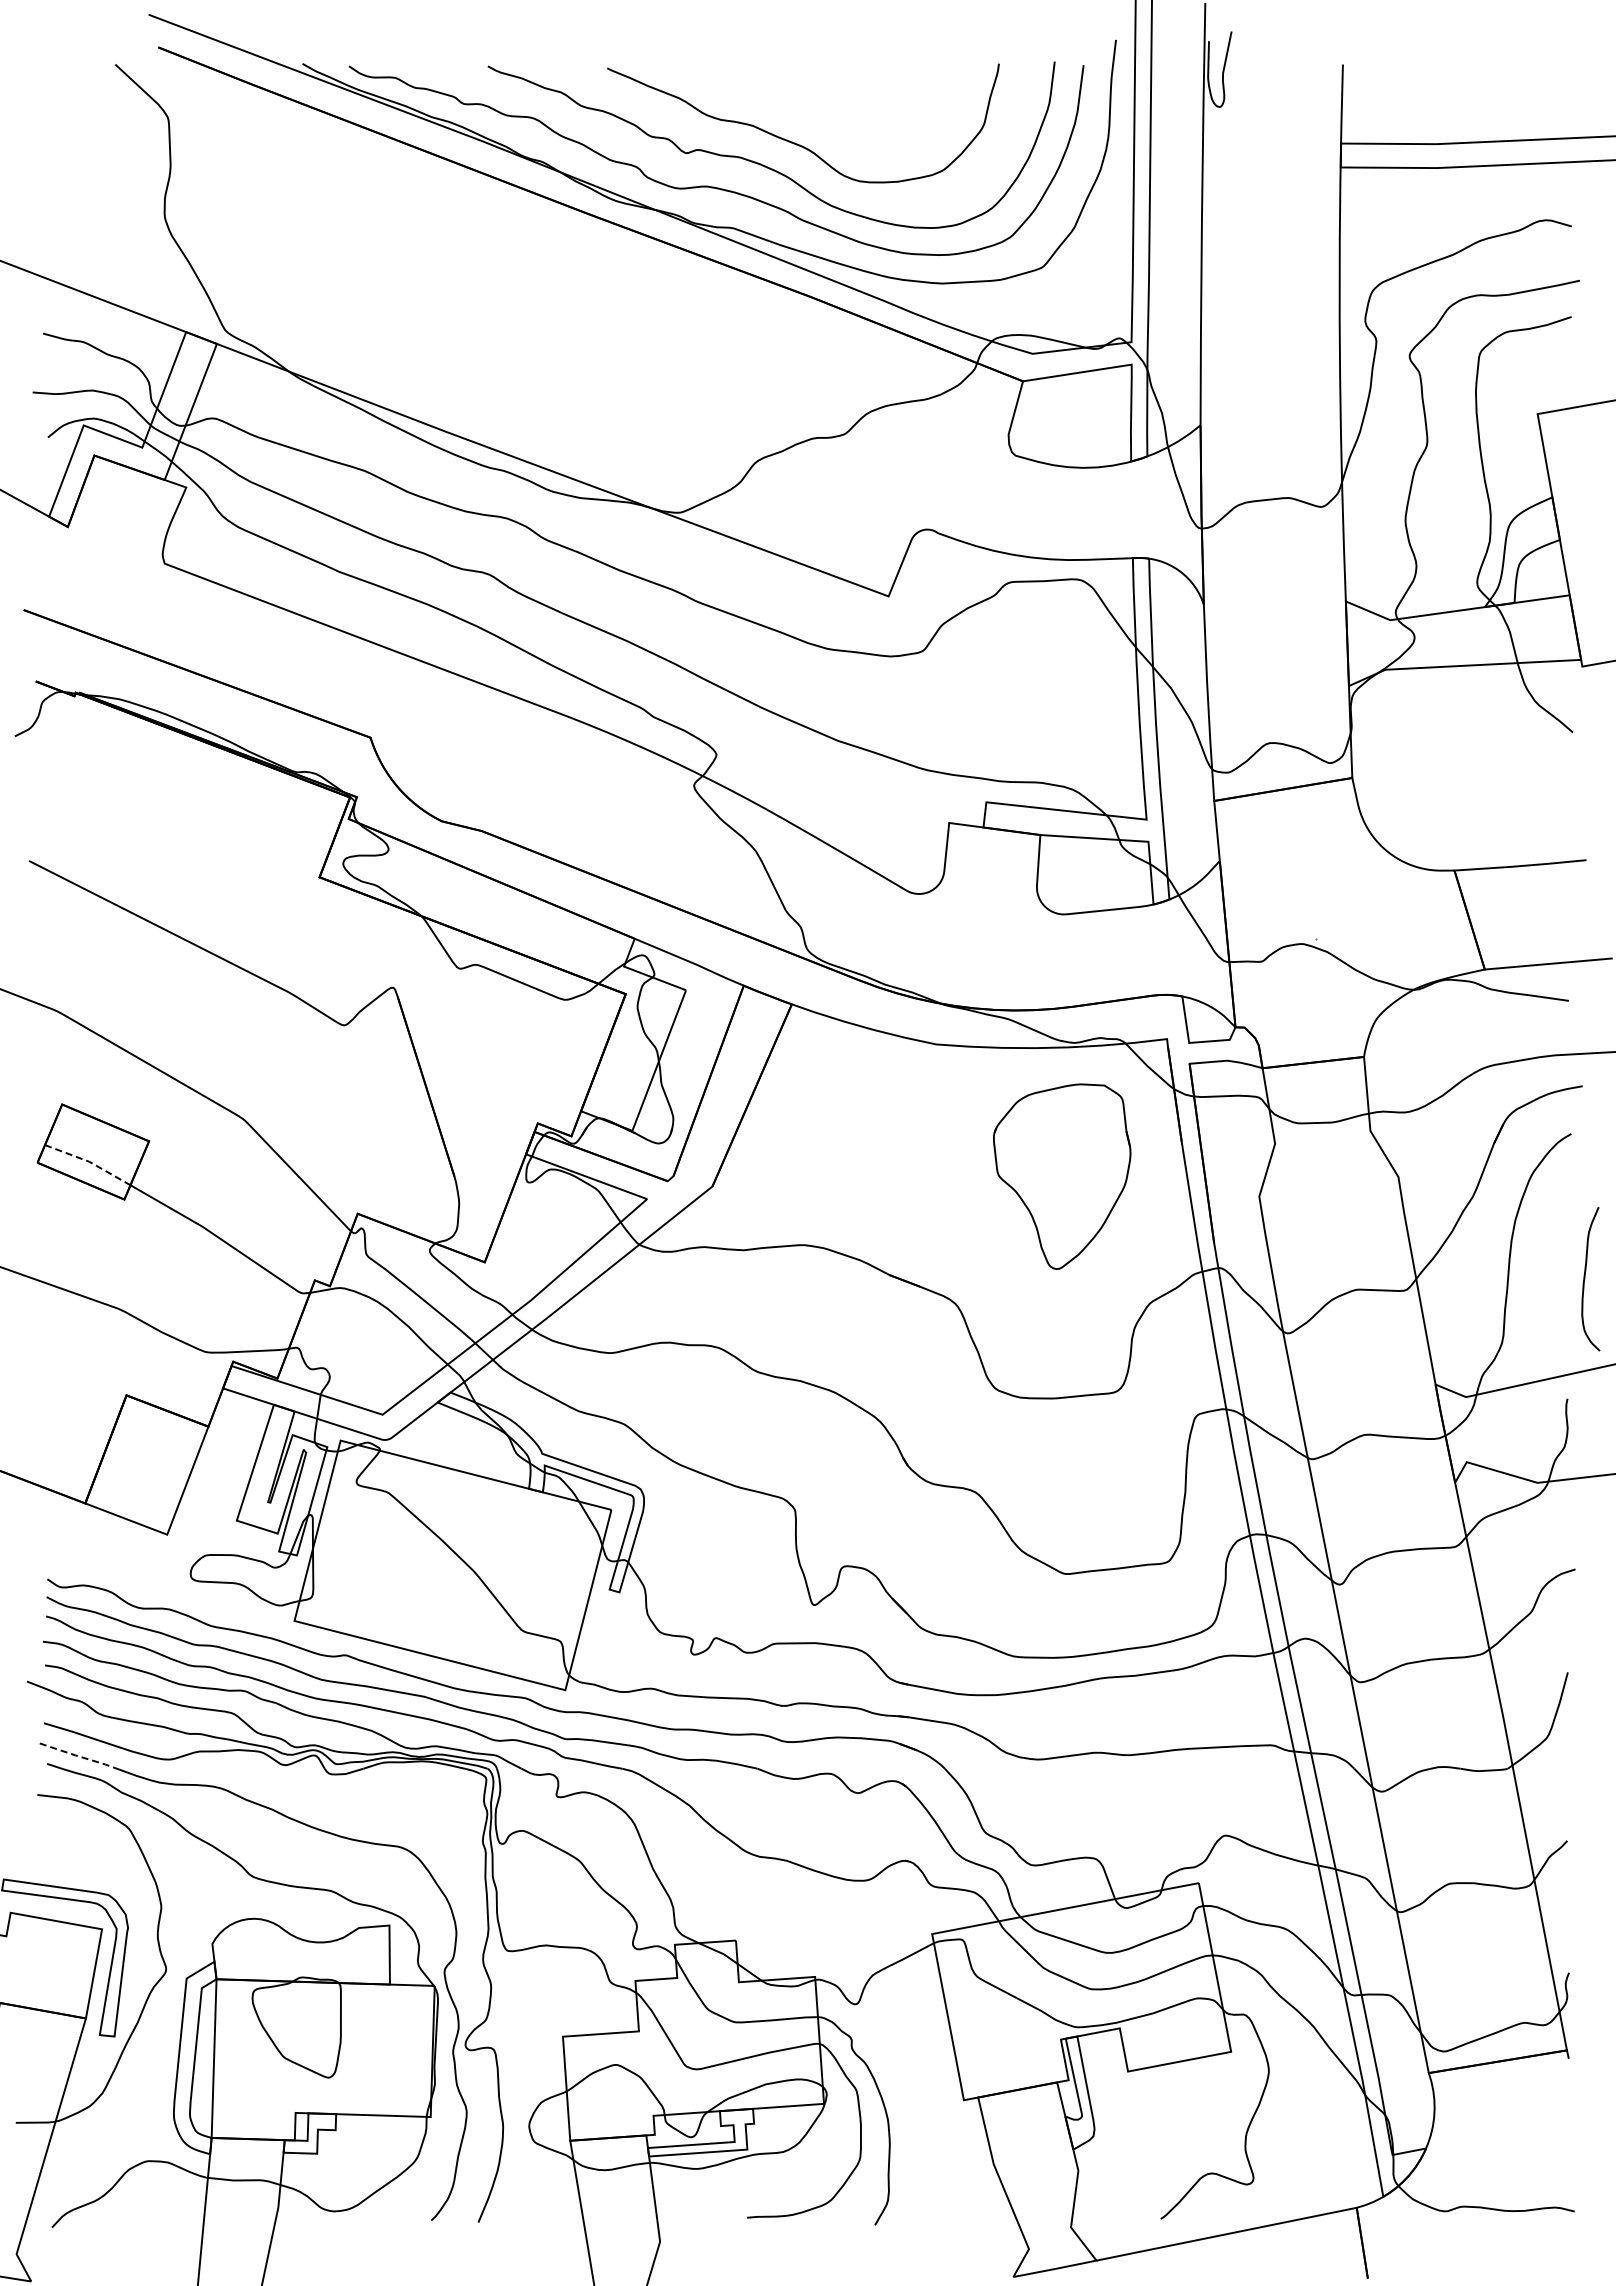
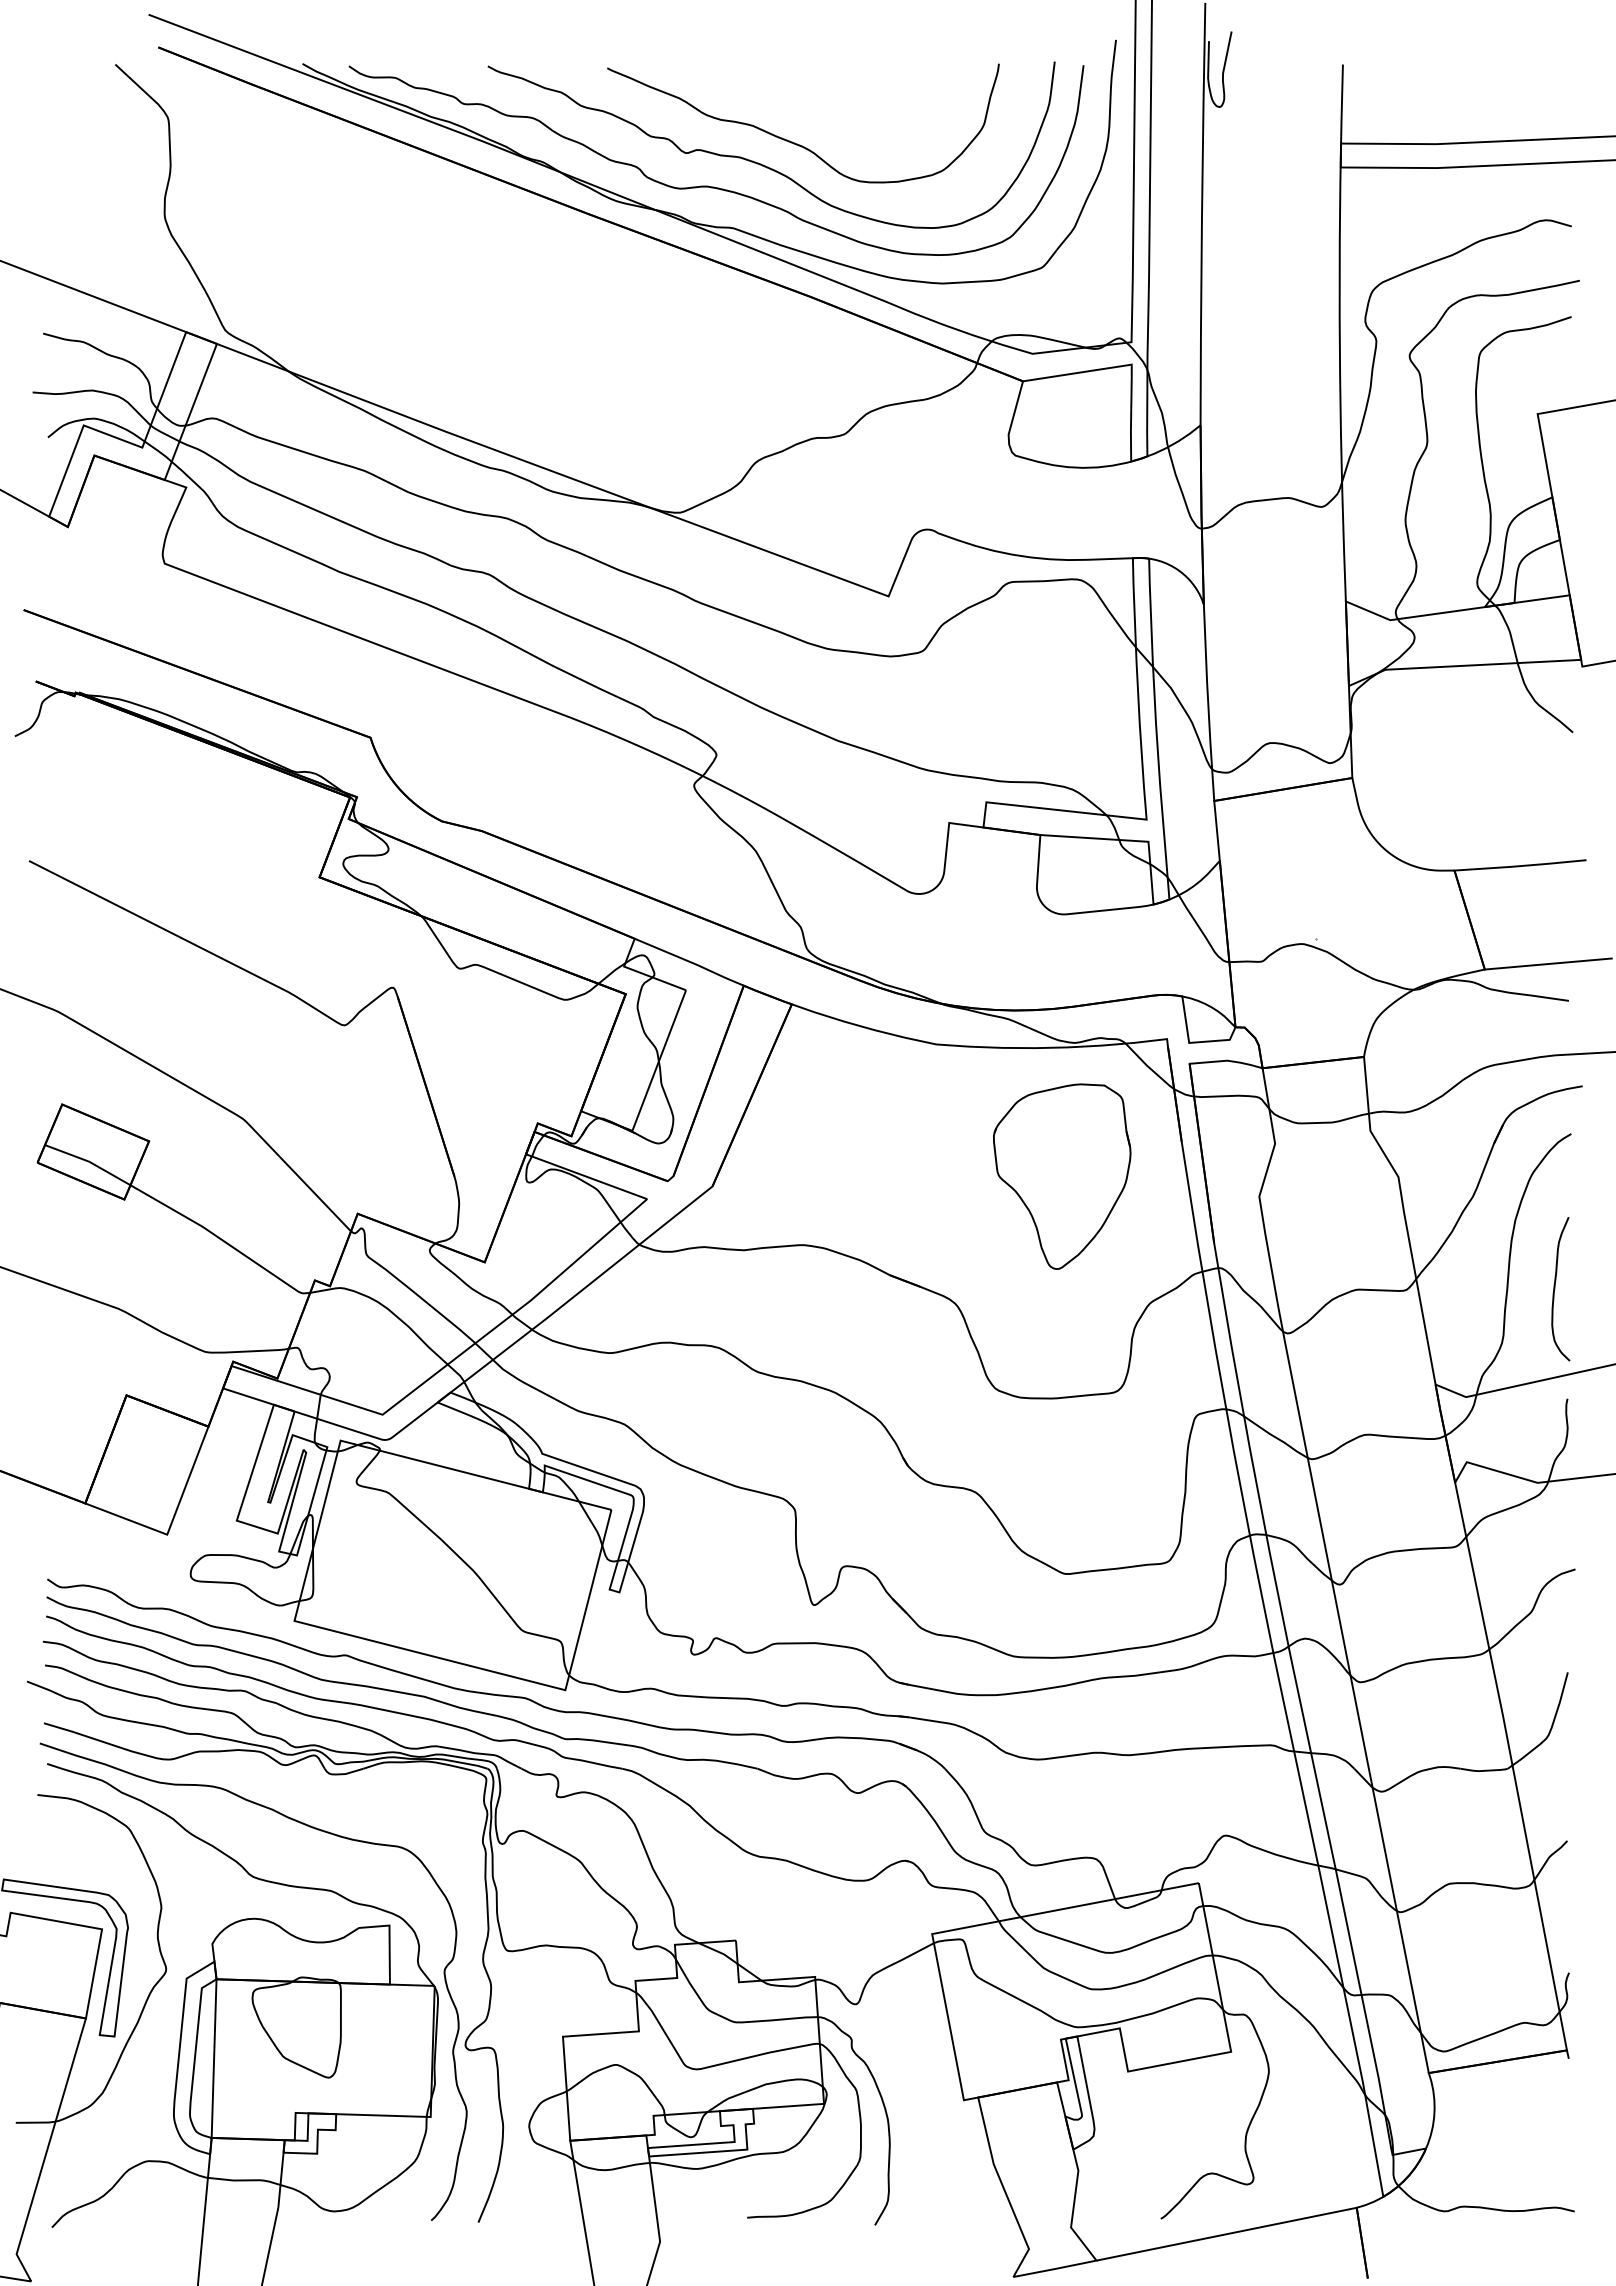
line at (89, 1161): dashed -> solid
curve at (1585, 1279) position: (1585, 1279) -> (1555, 1289)
line at (79, 1756): dashed -> solid
